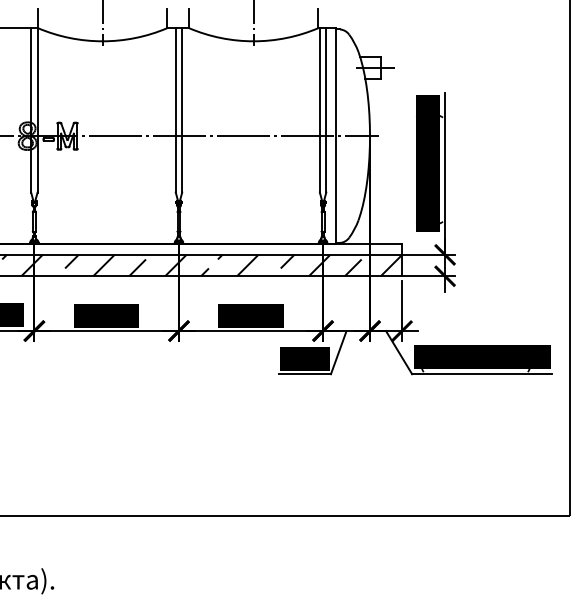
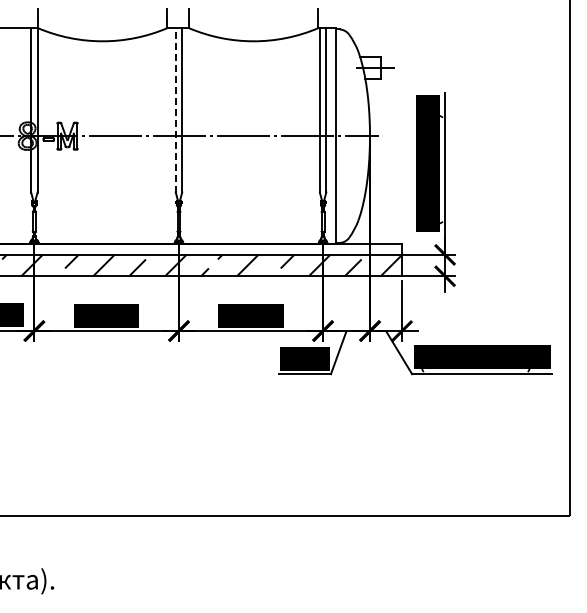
line at (102, 24): present -> none
line at (253, 24): present -> none
line at (175, 109): solid -> dashed
